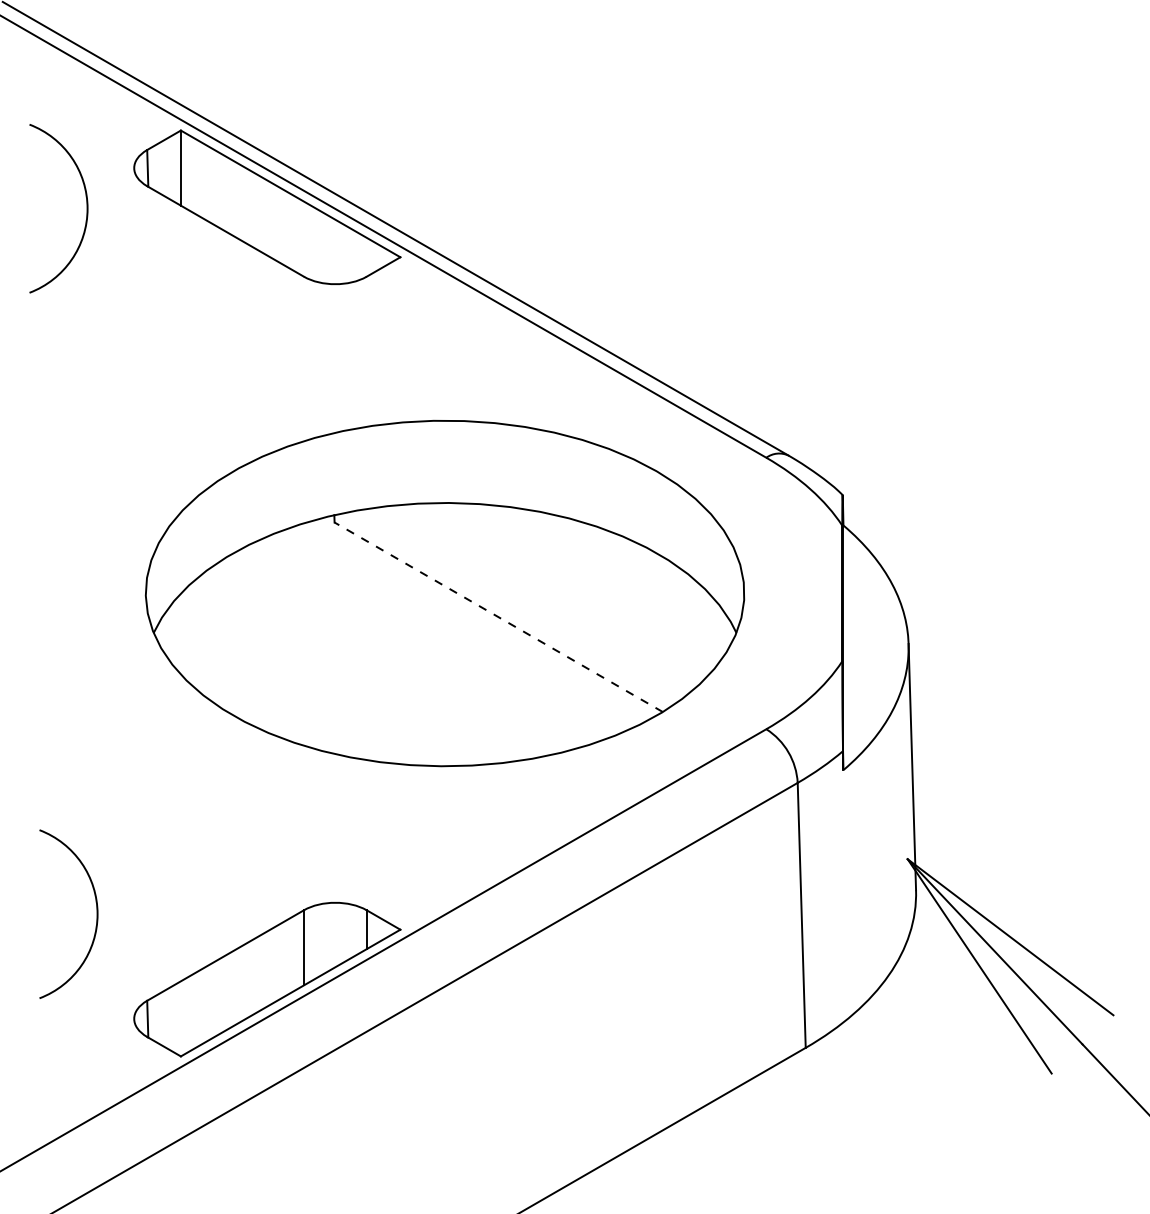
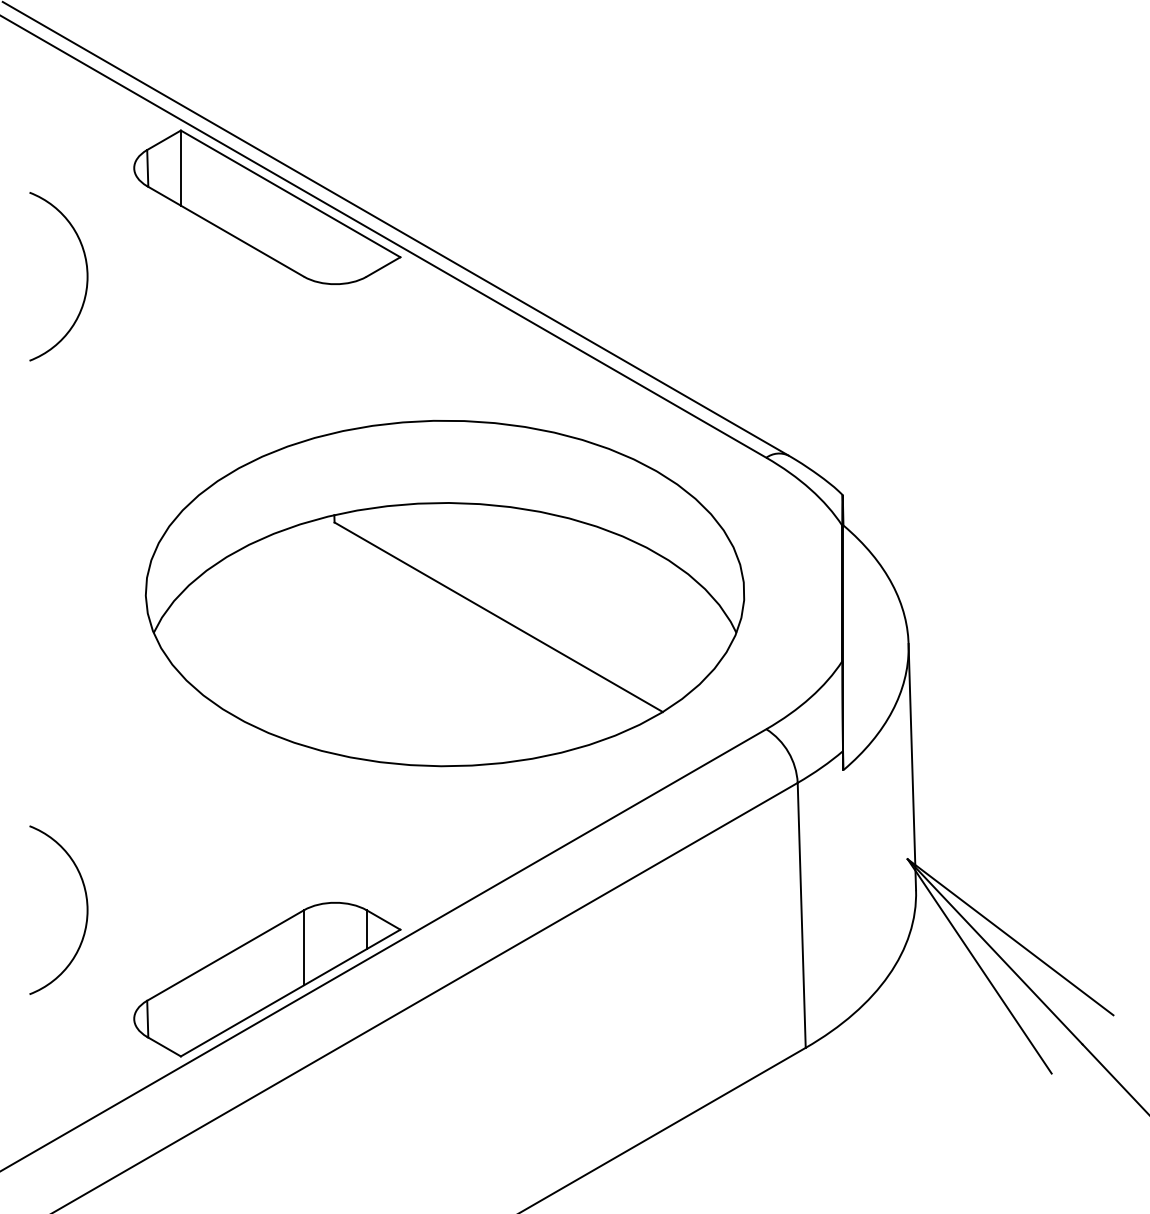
arc at (86, 208) position: (86, 208) -> (86, 276)
line at (498, 617): dashed -> solid
arc at (96, 913) position: (96, 913) -> (86, 909)
